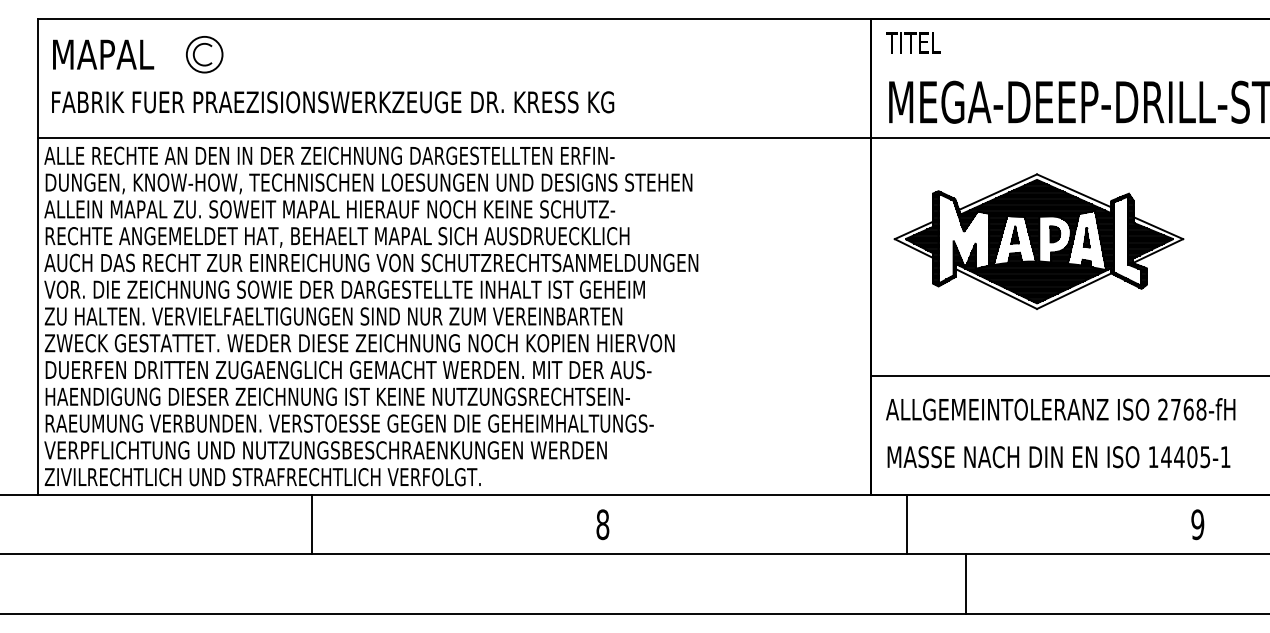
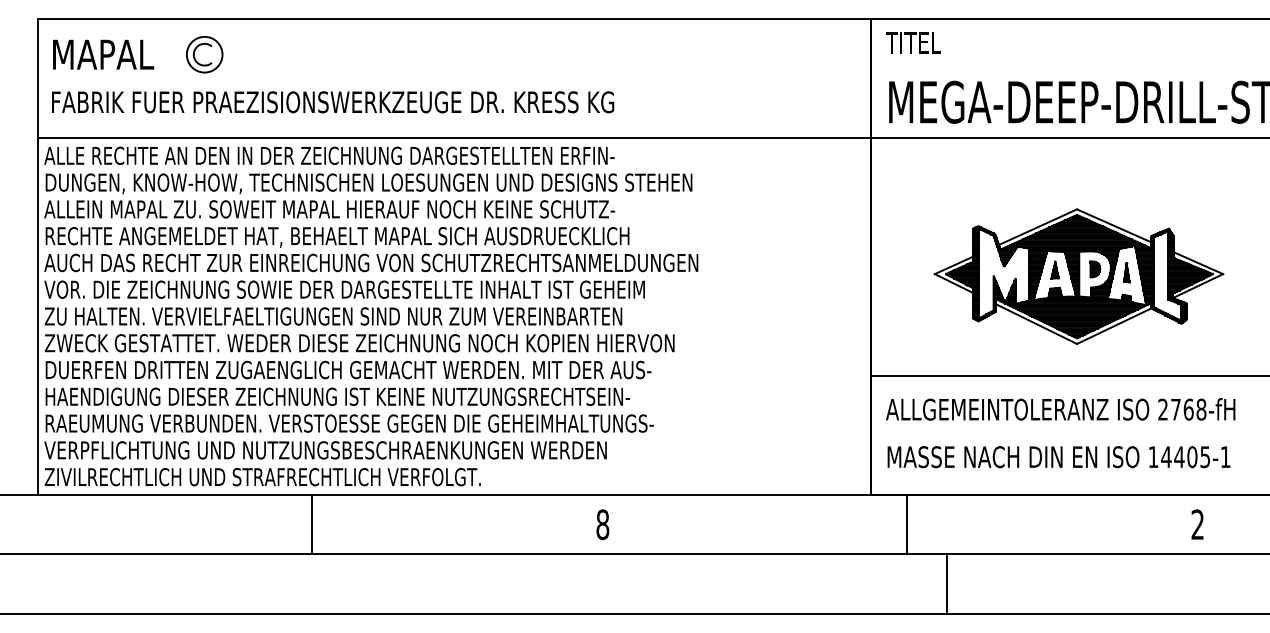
part at (1038, 241) position: (1038, 241) -> (1078, 276)
text at (1197, 524): 9 -> 2
line at (966, 583) position: (966, 583) -> (947, 583)
